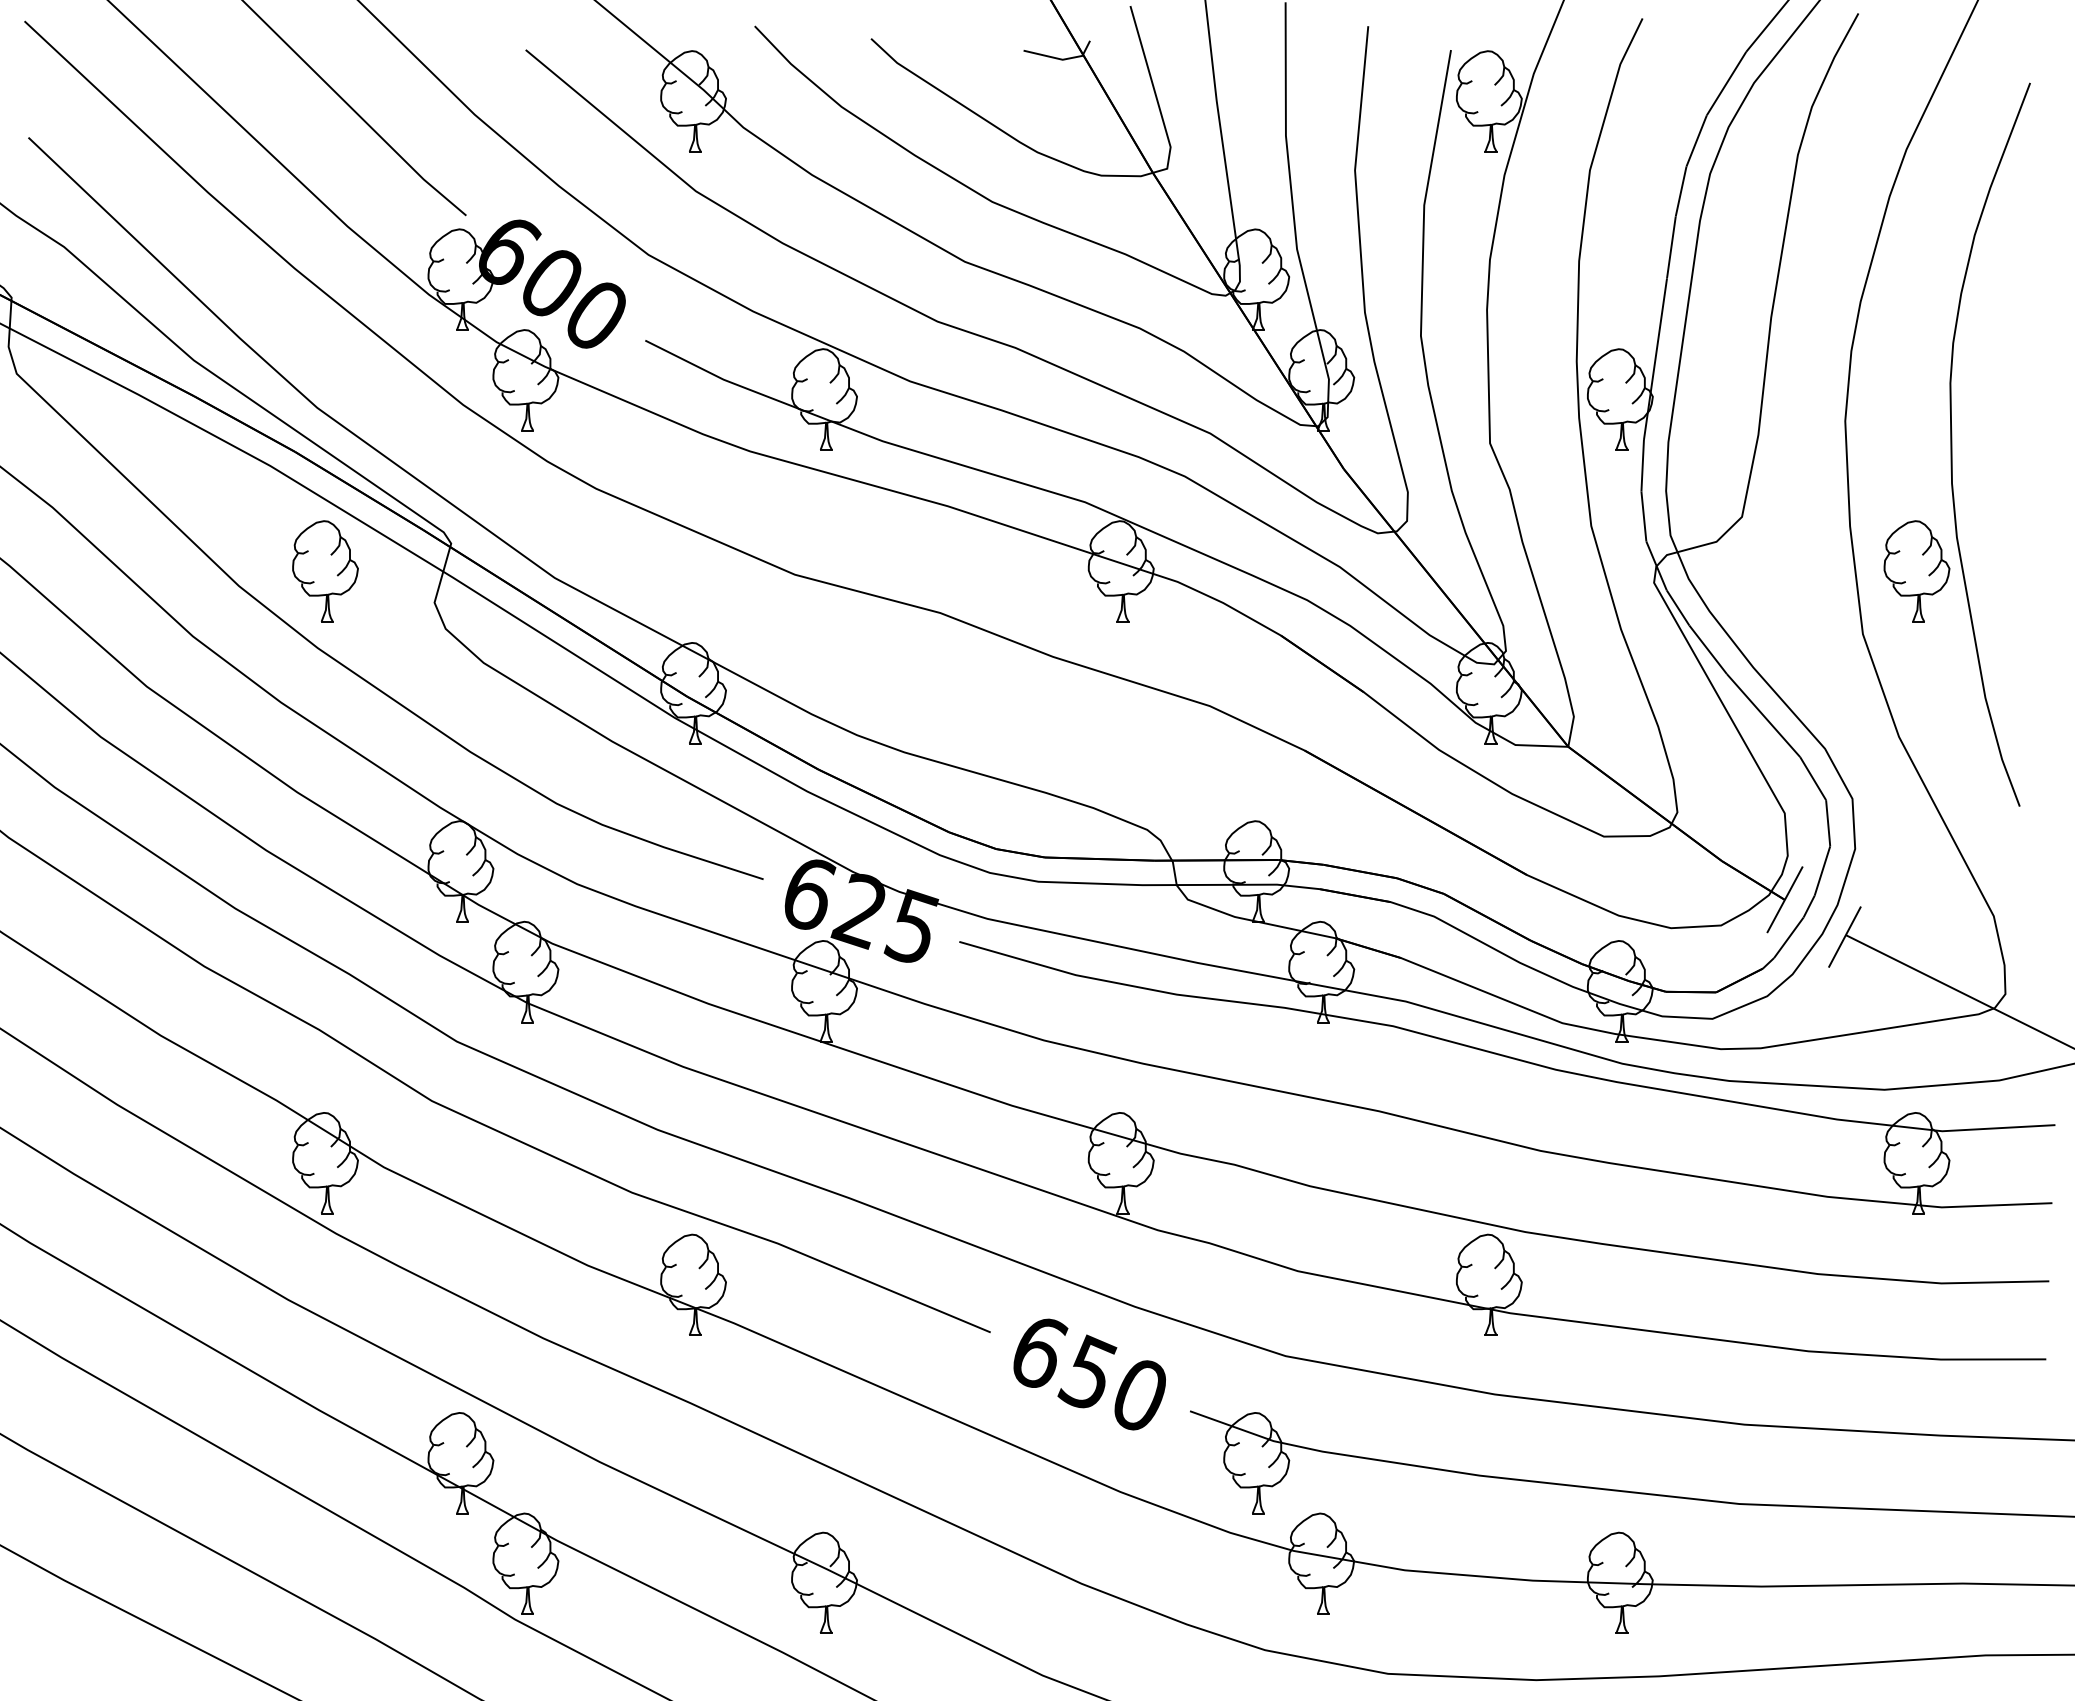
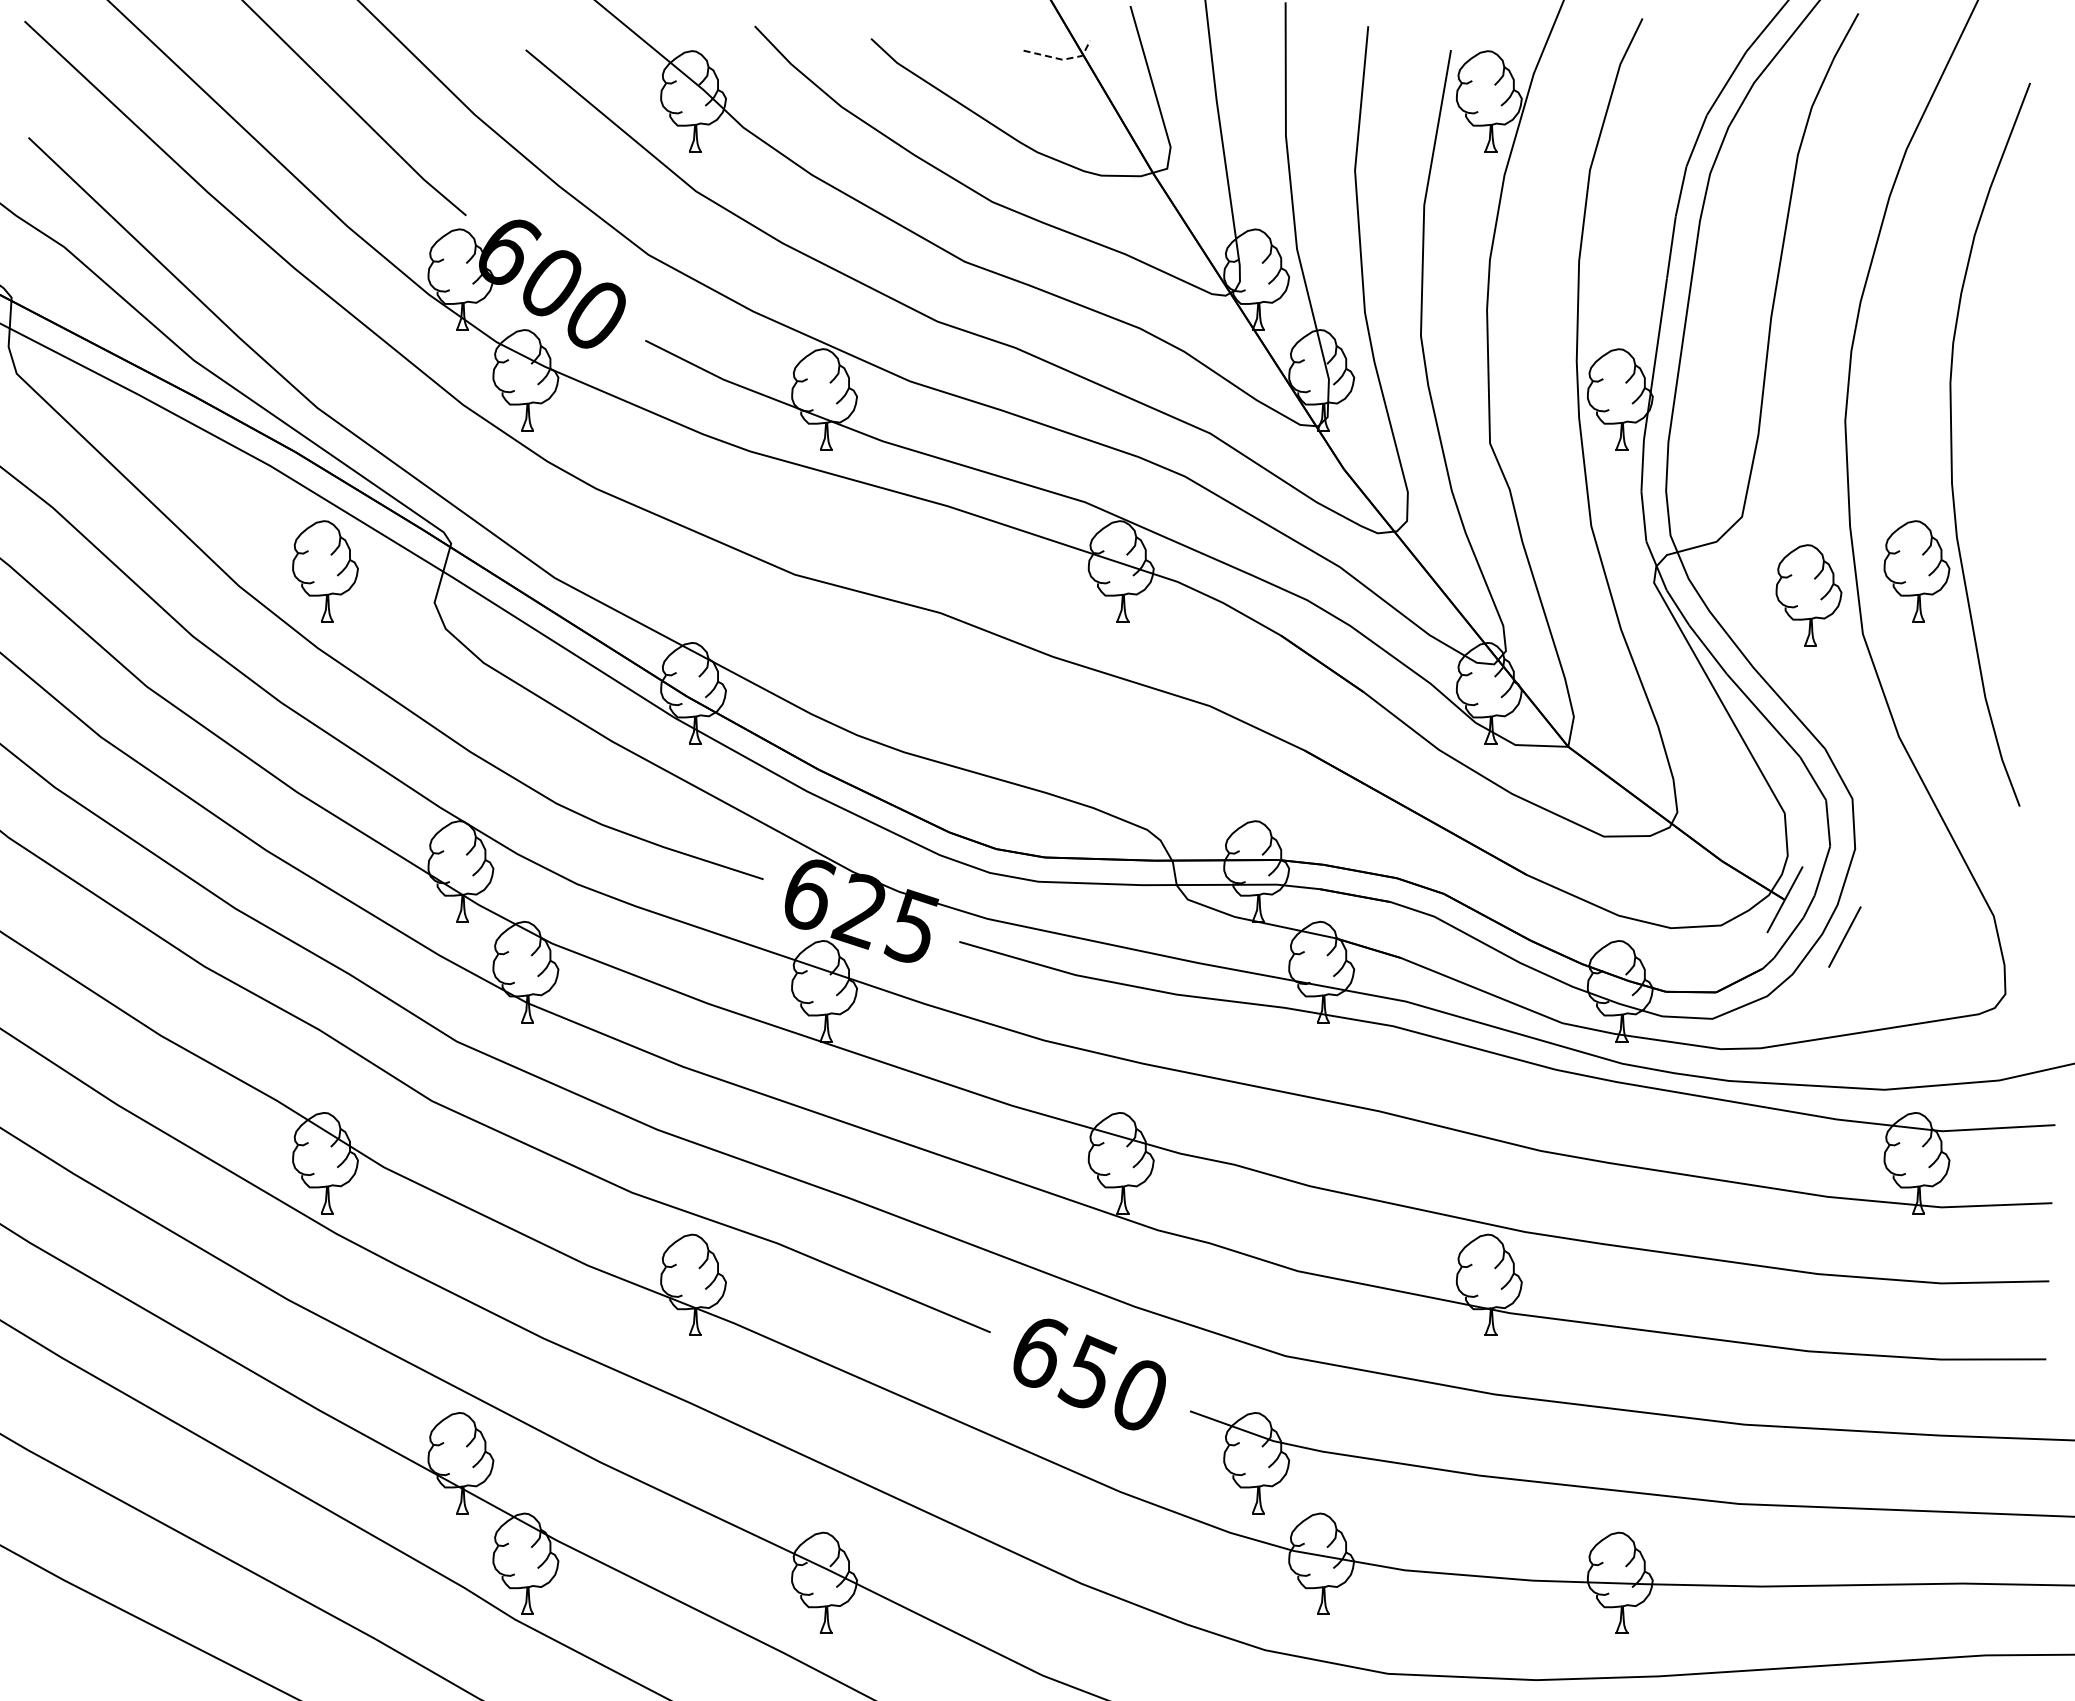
line at (1062, 59): solid -> dashed
part at (1808, 595): none -> present
line at (1958, 991): present -> none
